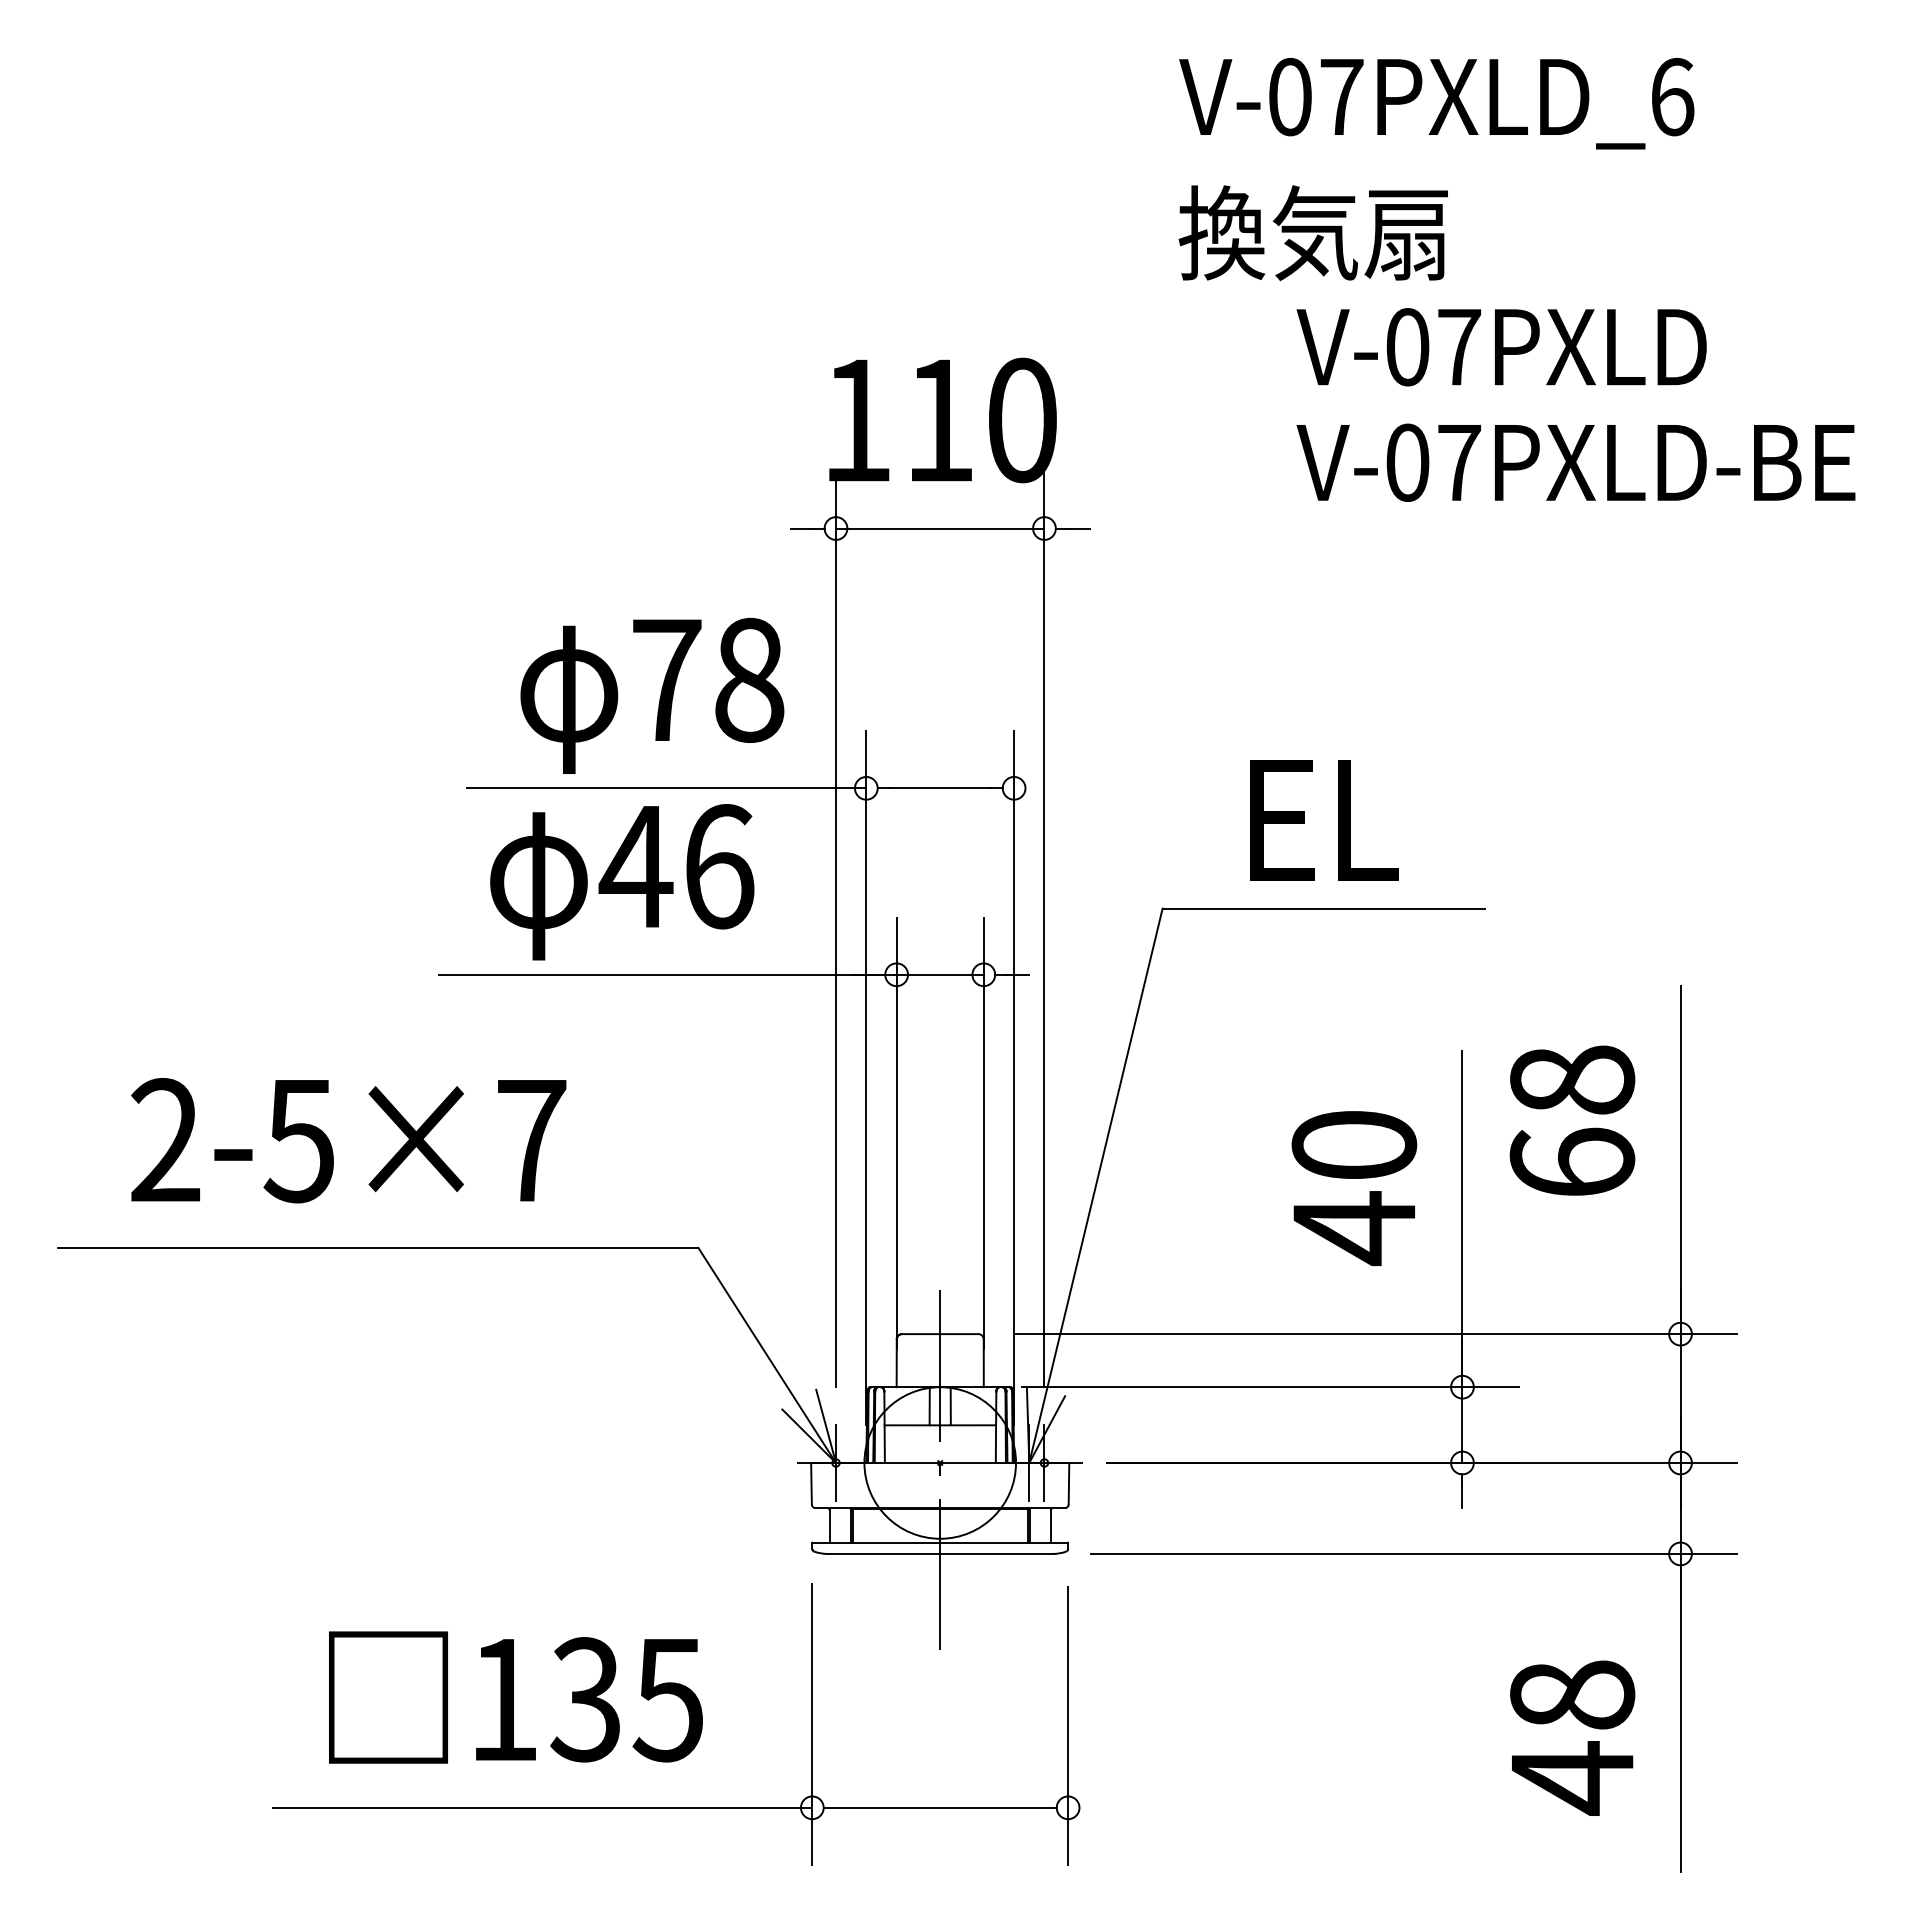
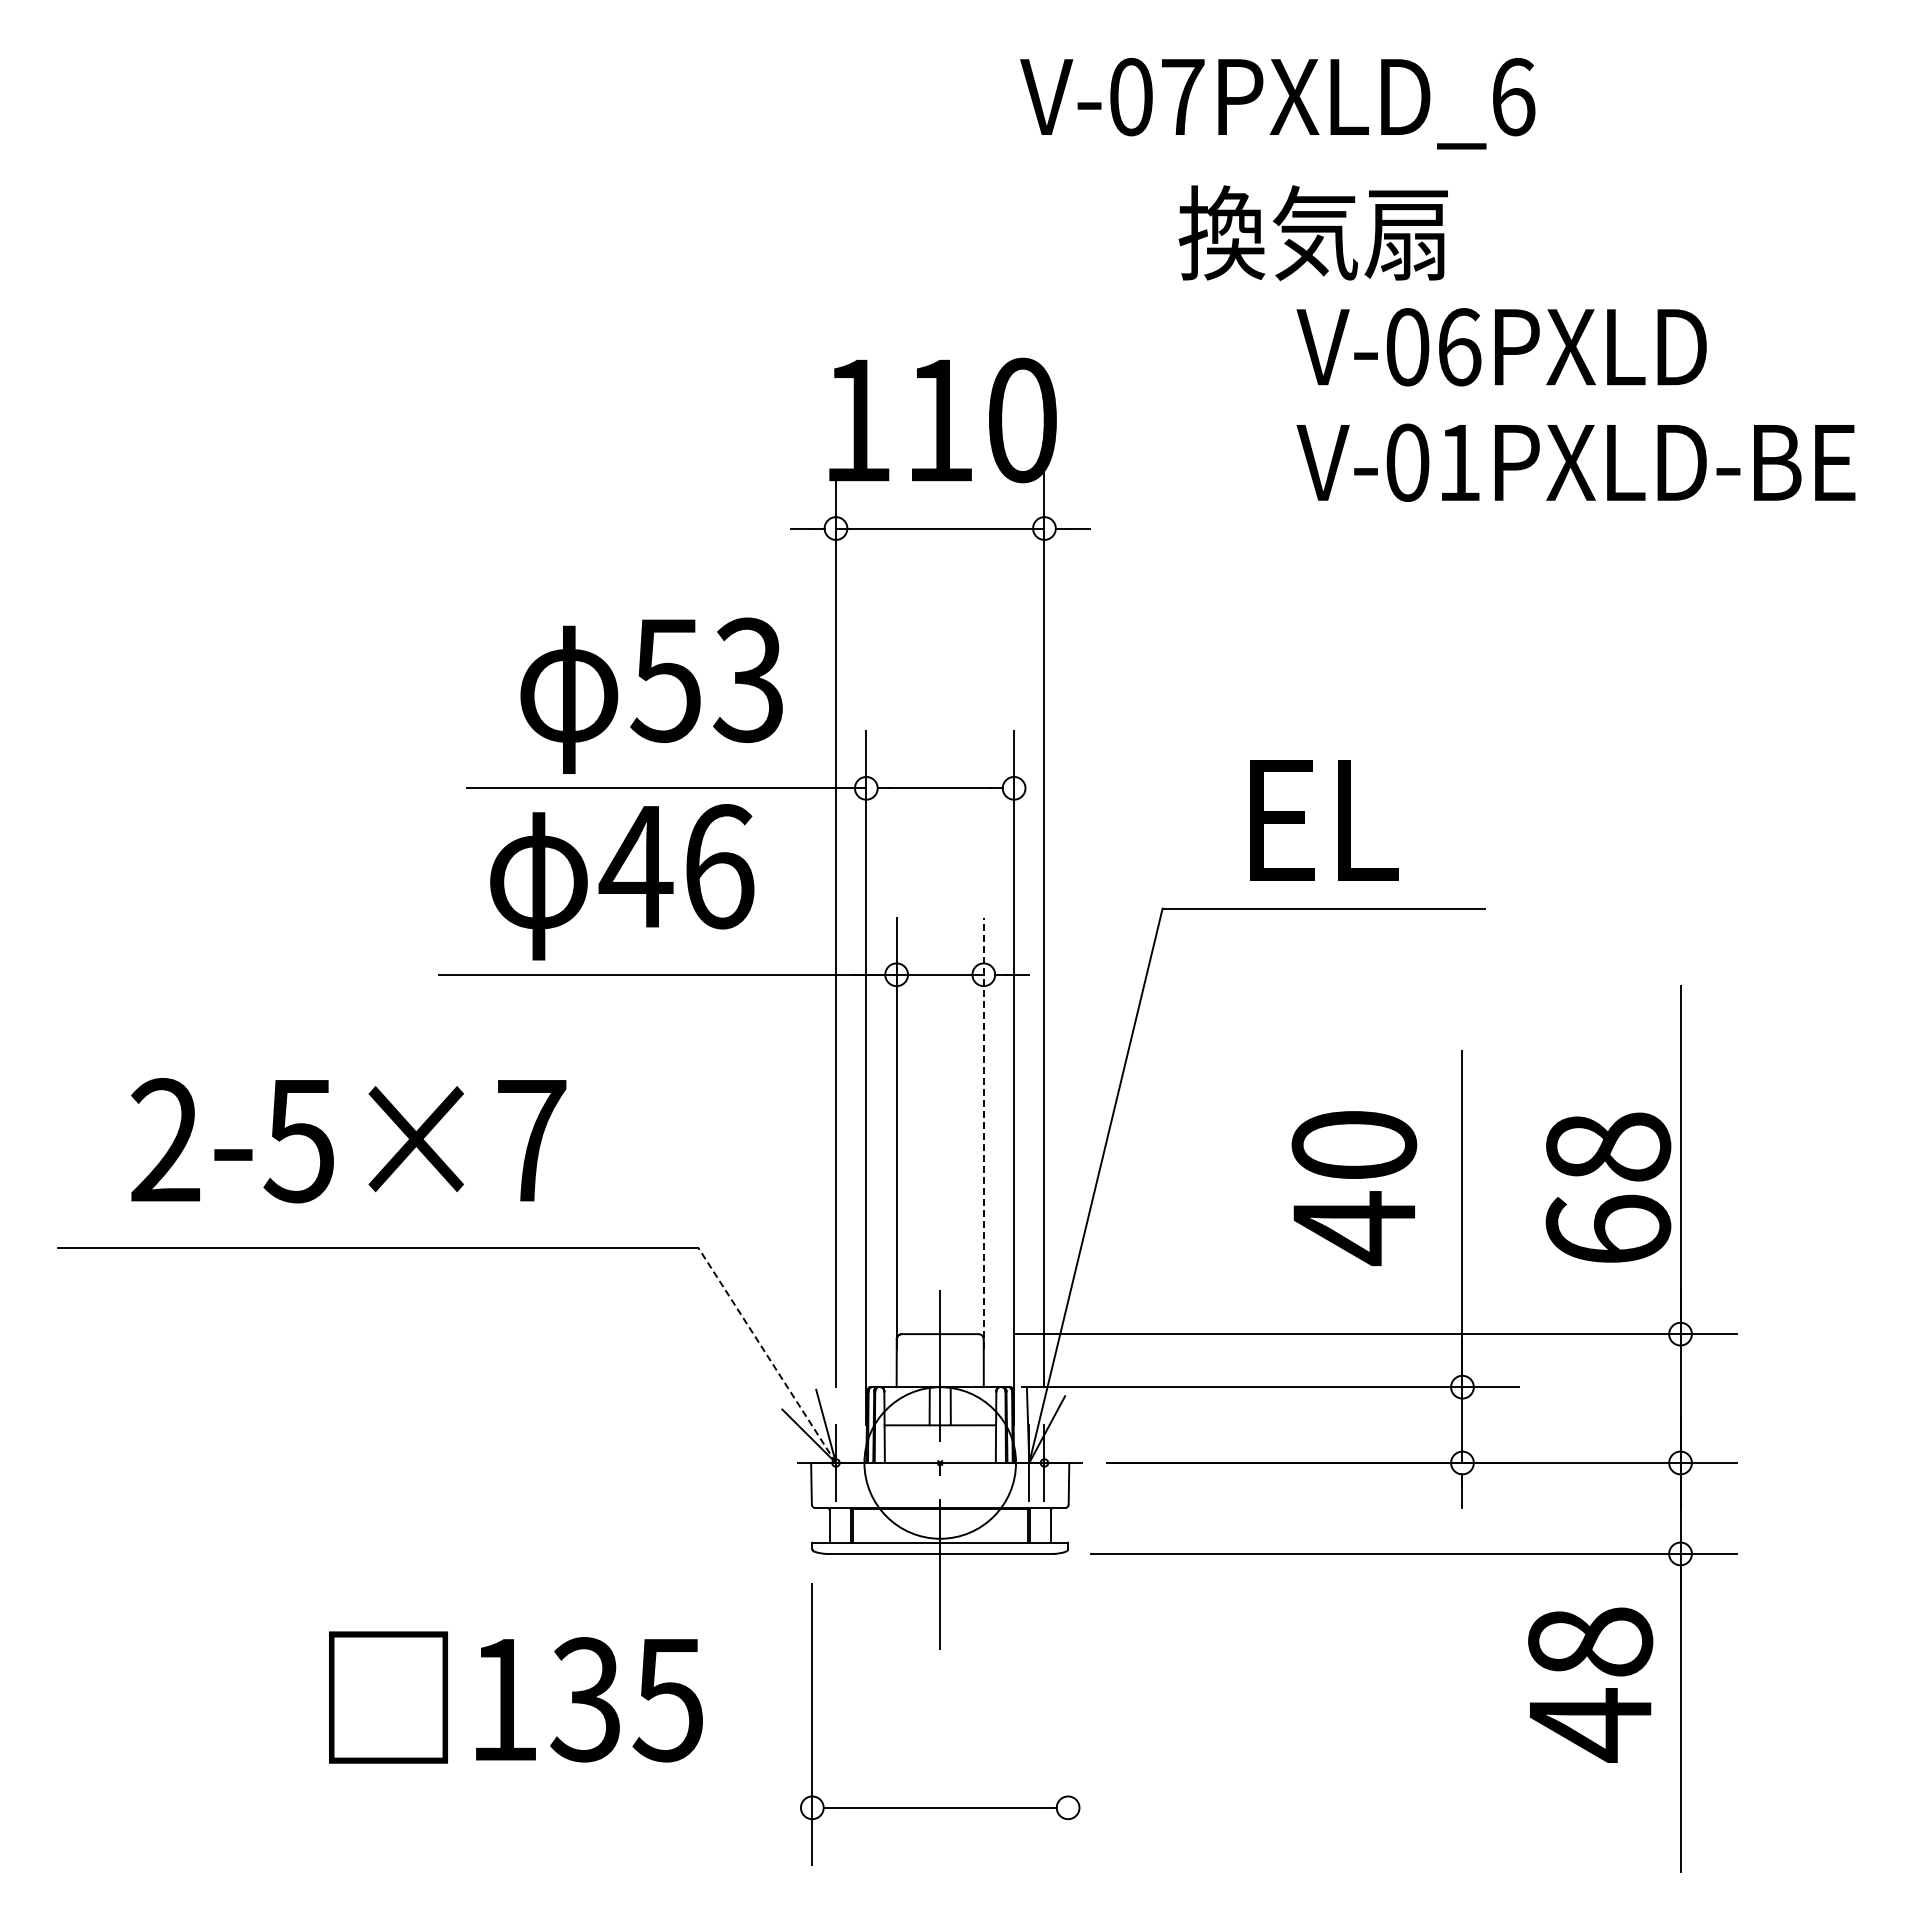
text at (1436, 103) position: (1436, 103) -> (1277, 103)
text at (1459, 347): V-07PXLD -> V-06PXLD
text at (1459, 462): V-07PXLD-BE -> V-01PXLD-BE
text at (707, 679): 78 -> 53
text at (1572, 1120) position: (1572, 1120) -> (1608, 1187)
line at (983, 1133): solid -> dashed
line at (767, 1355): solid -> dashed
line at (1068, 1725): present -> none
text at (1572, 1737) position: (1572, 1737) -> (1590, 1684)
line at (542, 1807): present -> none
